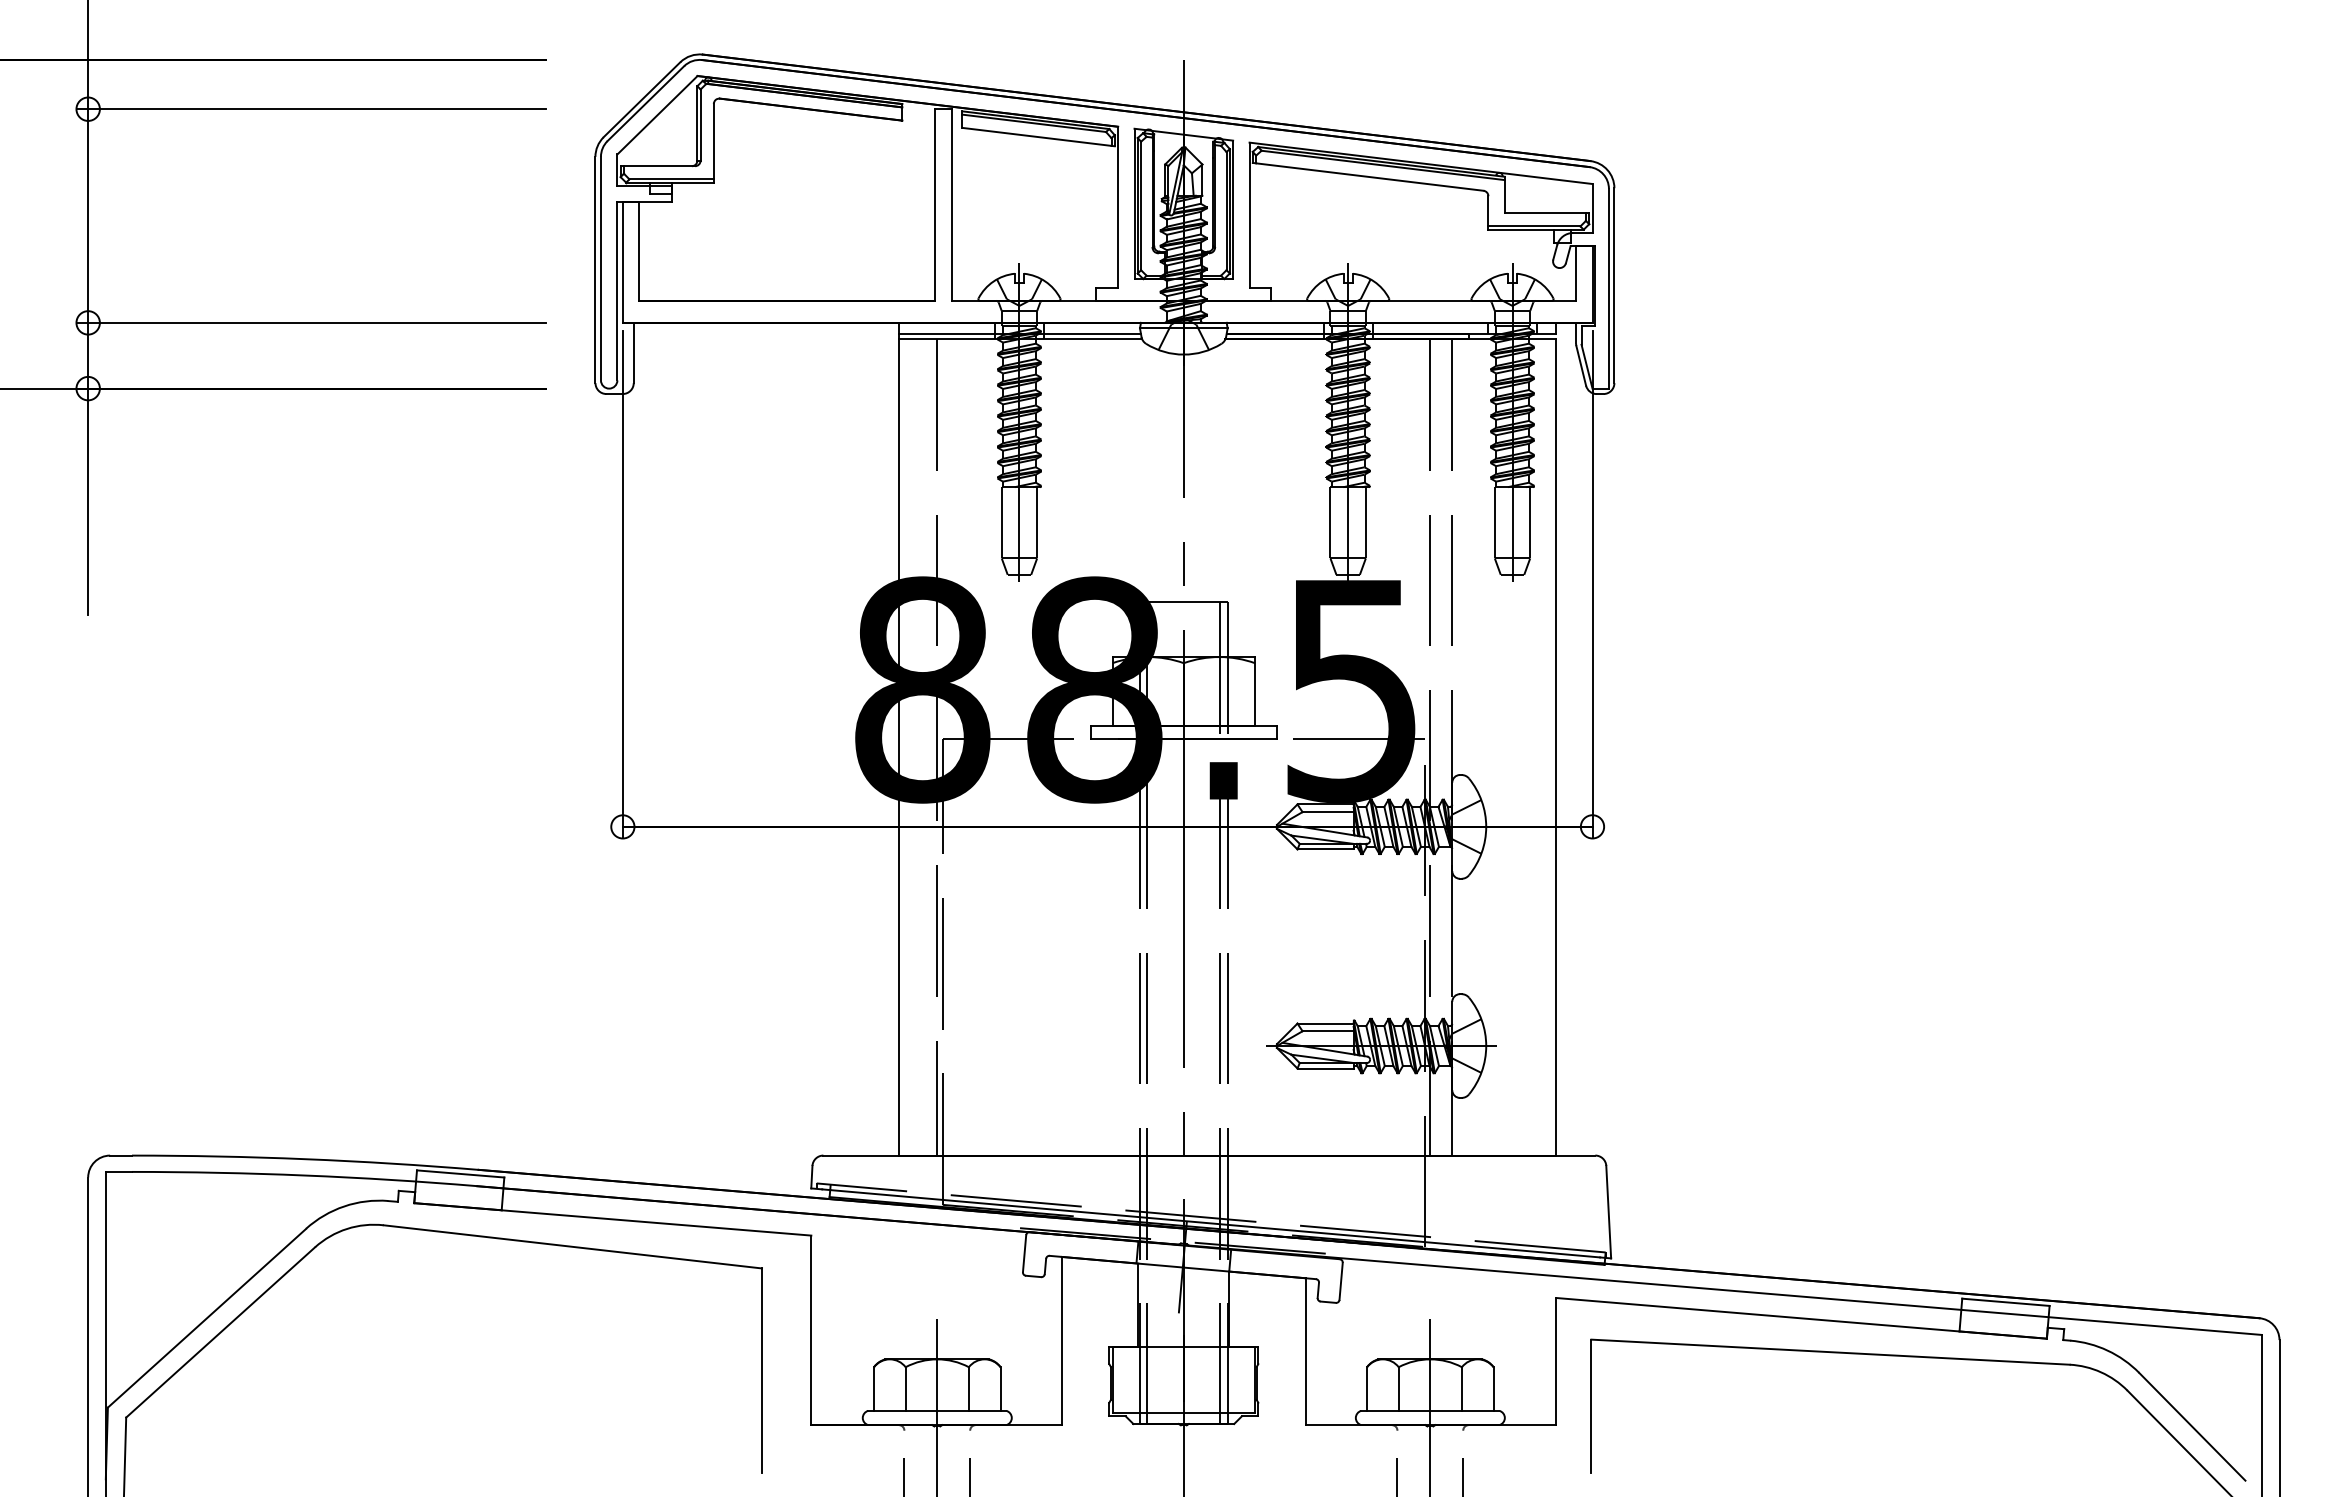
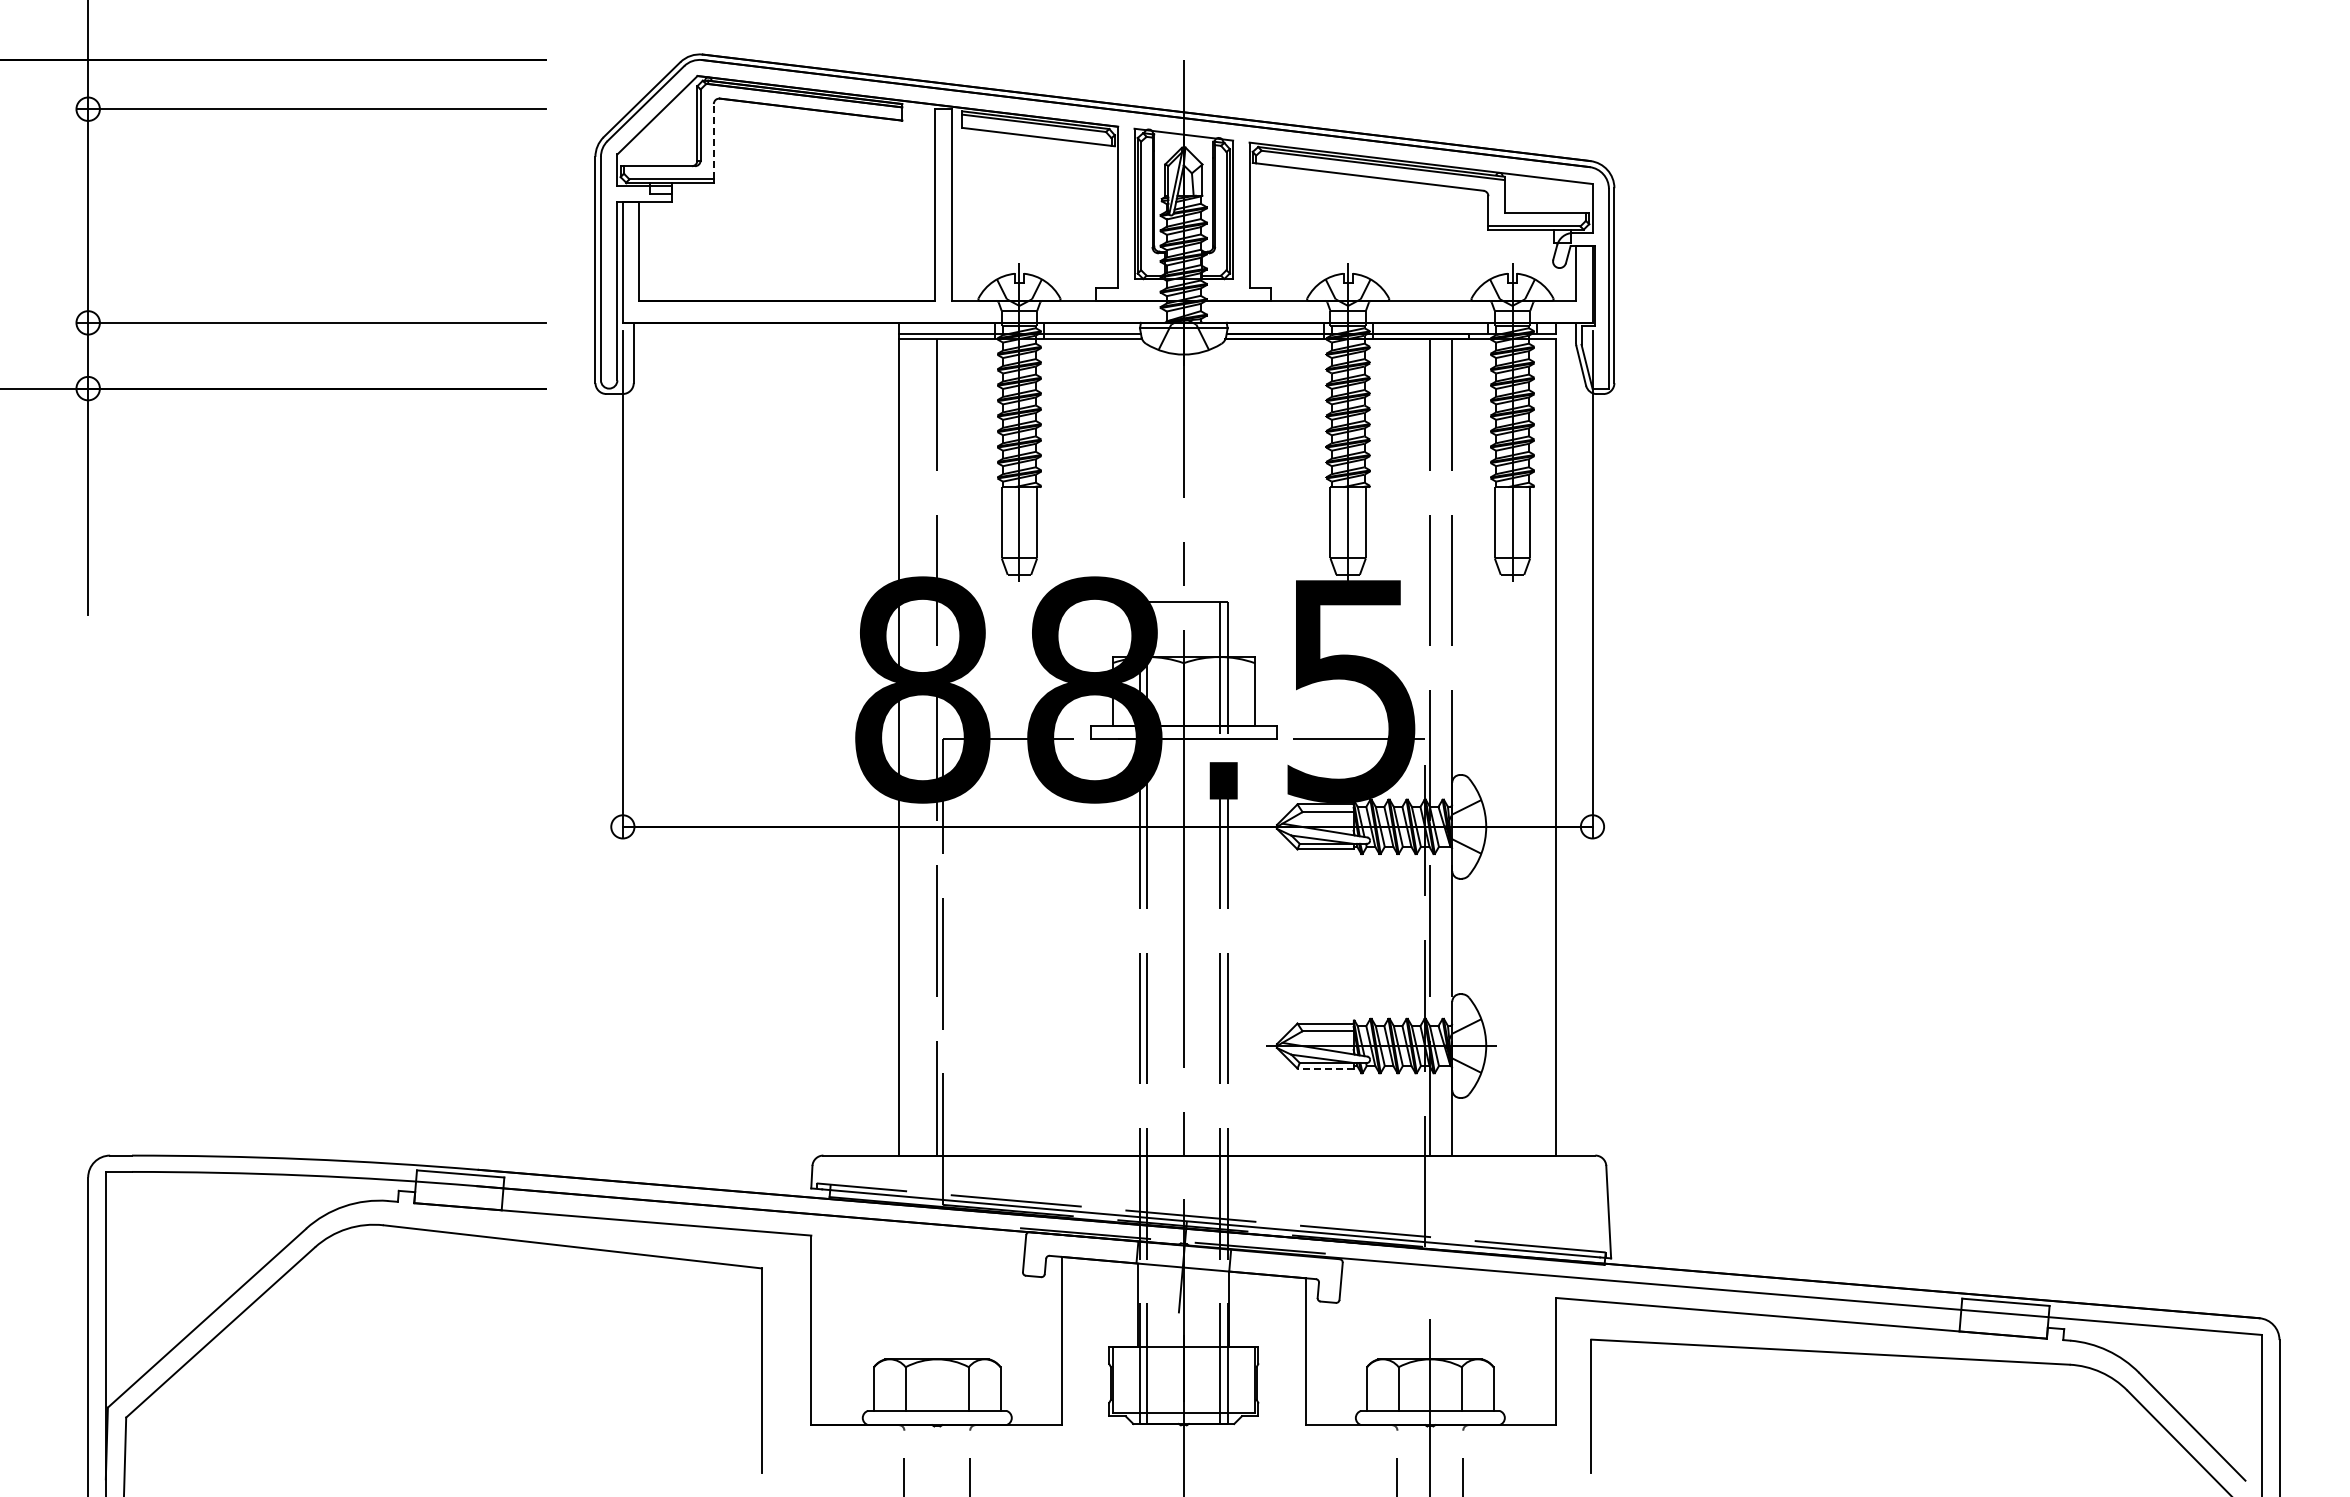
line at (713, 141): solid -> dashed
line at (1325, 1068): solid -> dashed
line at (937, 1406): present -> none
